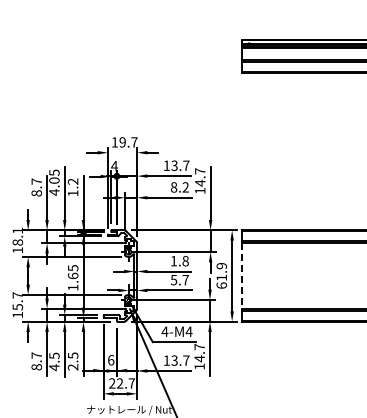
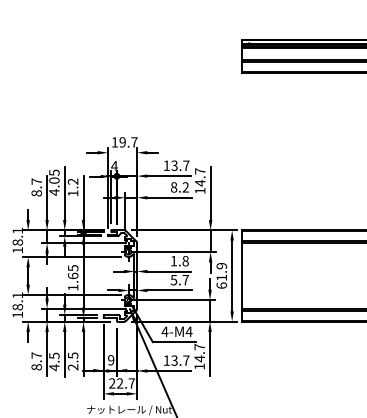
line at (241, 275): dashed -> solid
text at (17, 301): 15.7 -> 18.1
text at (111, 360): 6 -> 9
